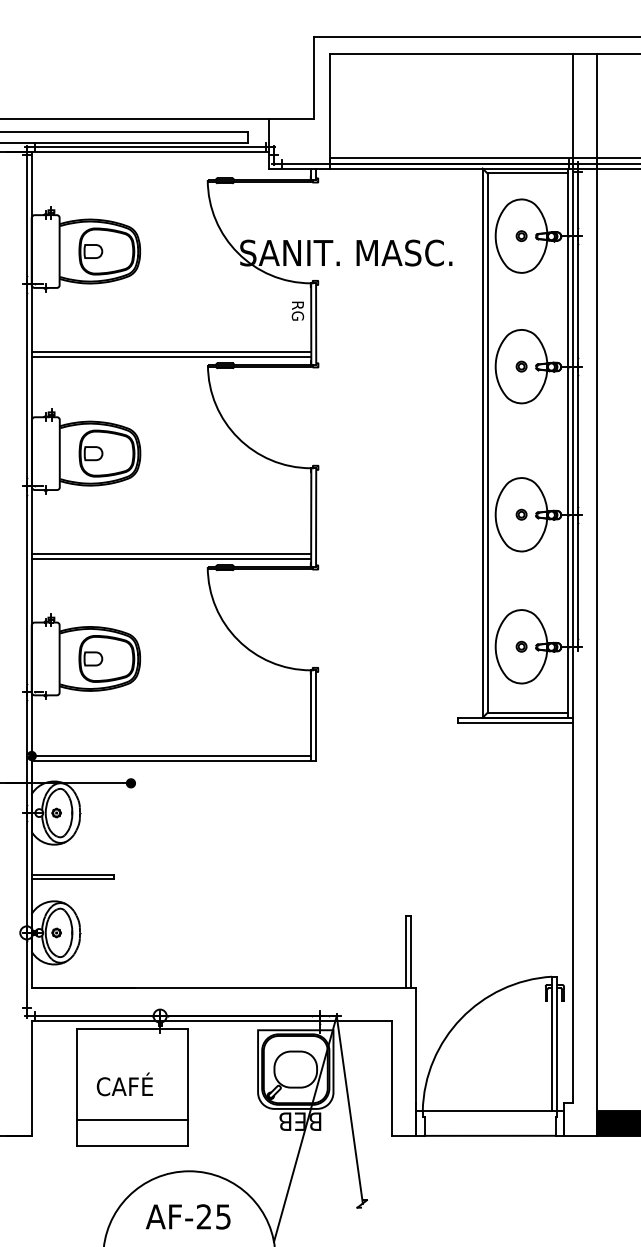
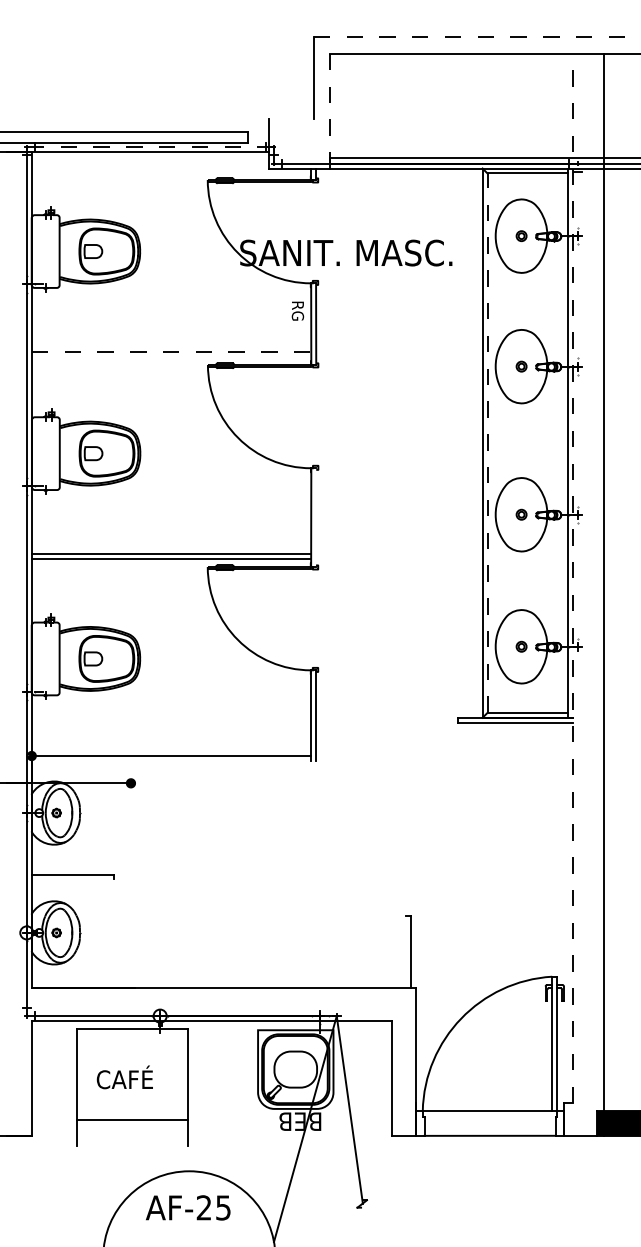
line at (477, 37): solid -> dashed
line at (330, 110): solid -> dashed
line at (157, 119): present -> none
line at (149, 147): solid -> dashed
line at (171, 351): solid -> dashed
line at (171, 356): present -> none
line at (577, 404): present -> none
line at (487, 443): solid -> dashed
line at (316, 517): present -> none
line at (572, 578): solid -> dashed
line at (597, 594) position: (597, 594) -> (604, 594)
line at (173, 760): present -> none
line at (72, 879): present -> none
line at (406, 952): present -> none
text at (124, 1084) position: (124, 1084) -> (124, 1077)
line at (132, 1145): present -> none
text at (188, 1216) position: (188, 1216) -> (188, 1207)
